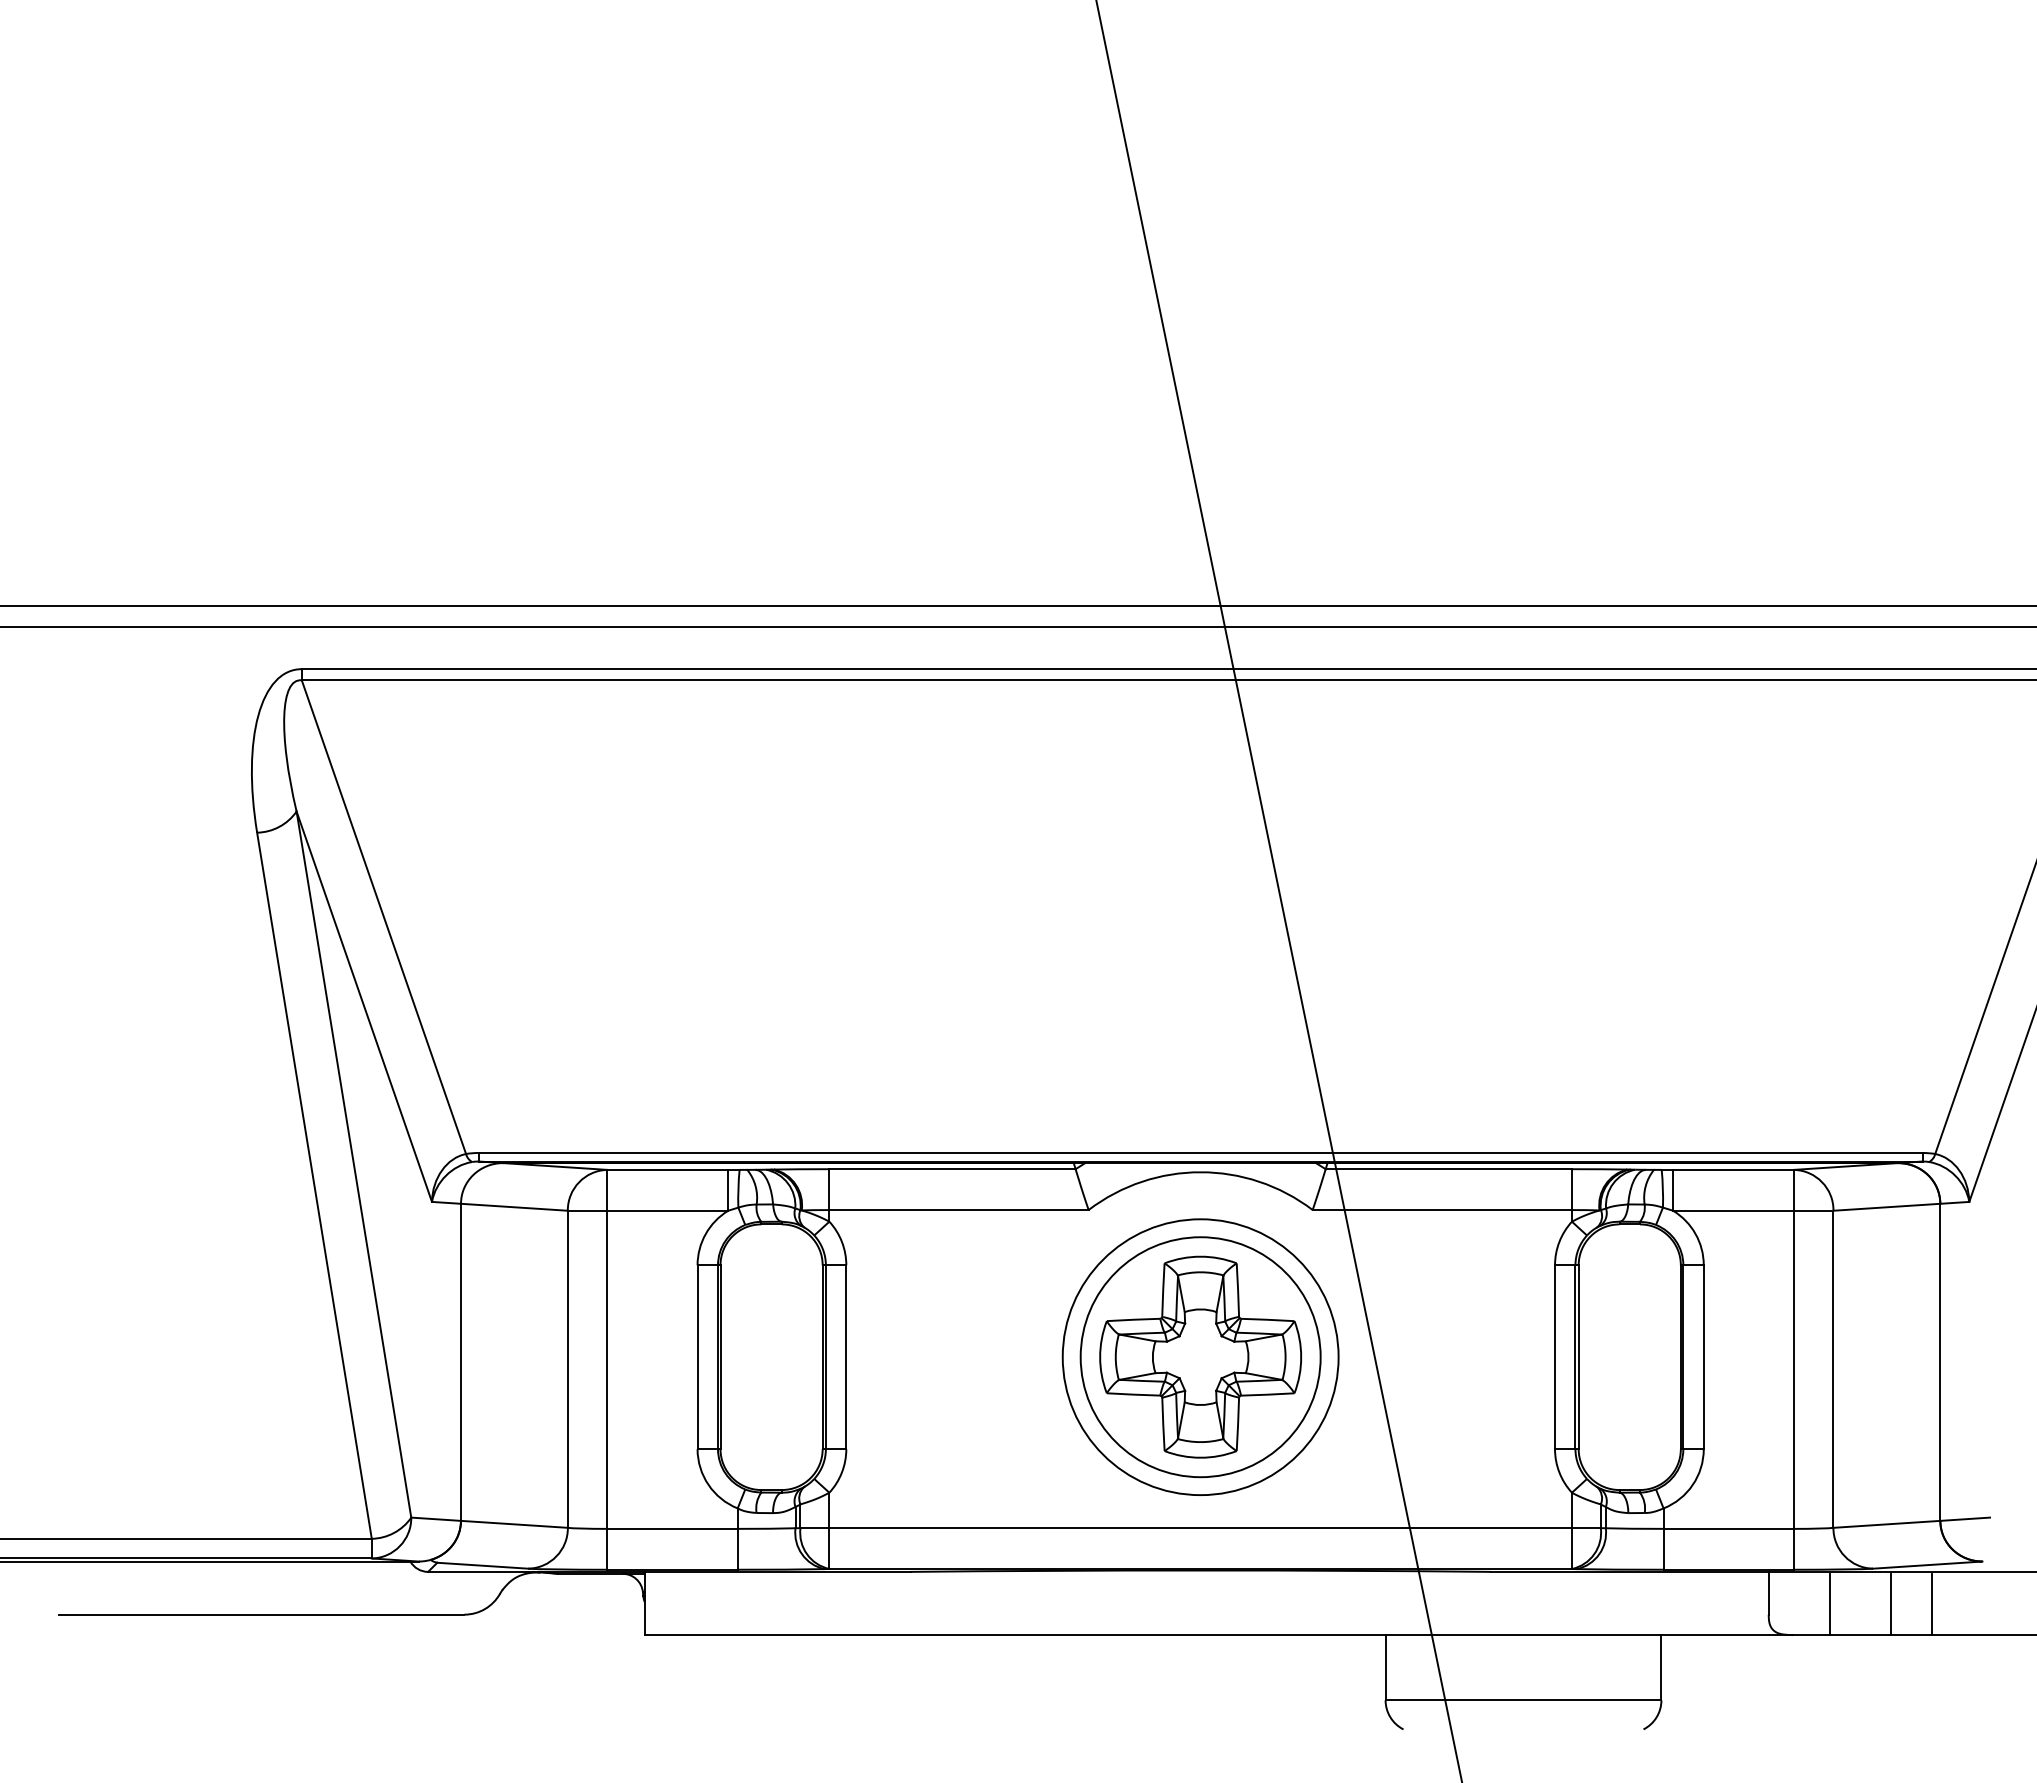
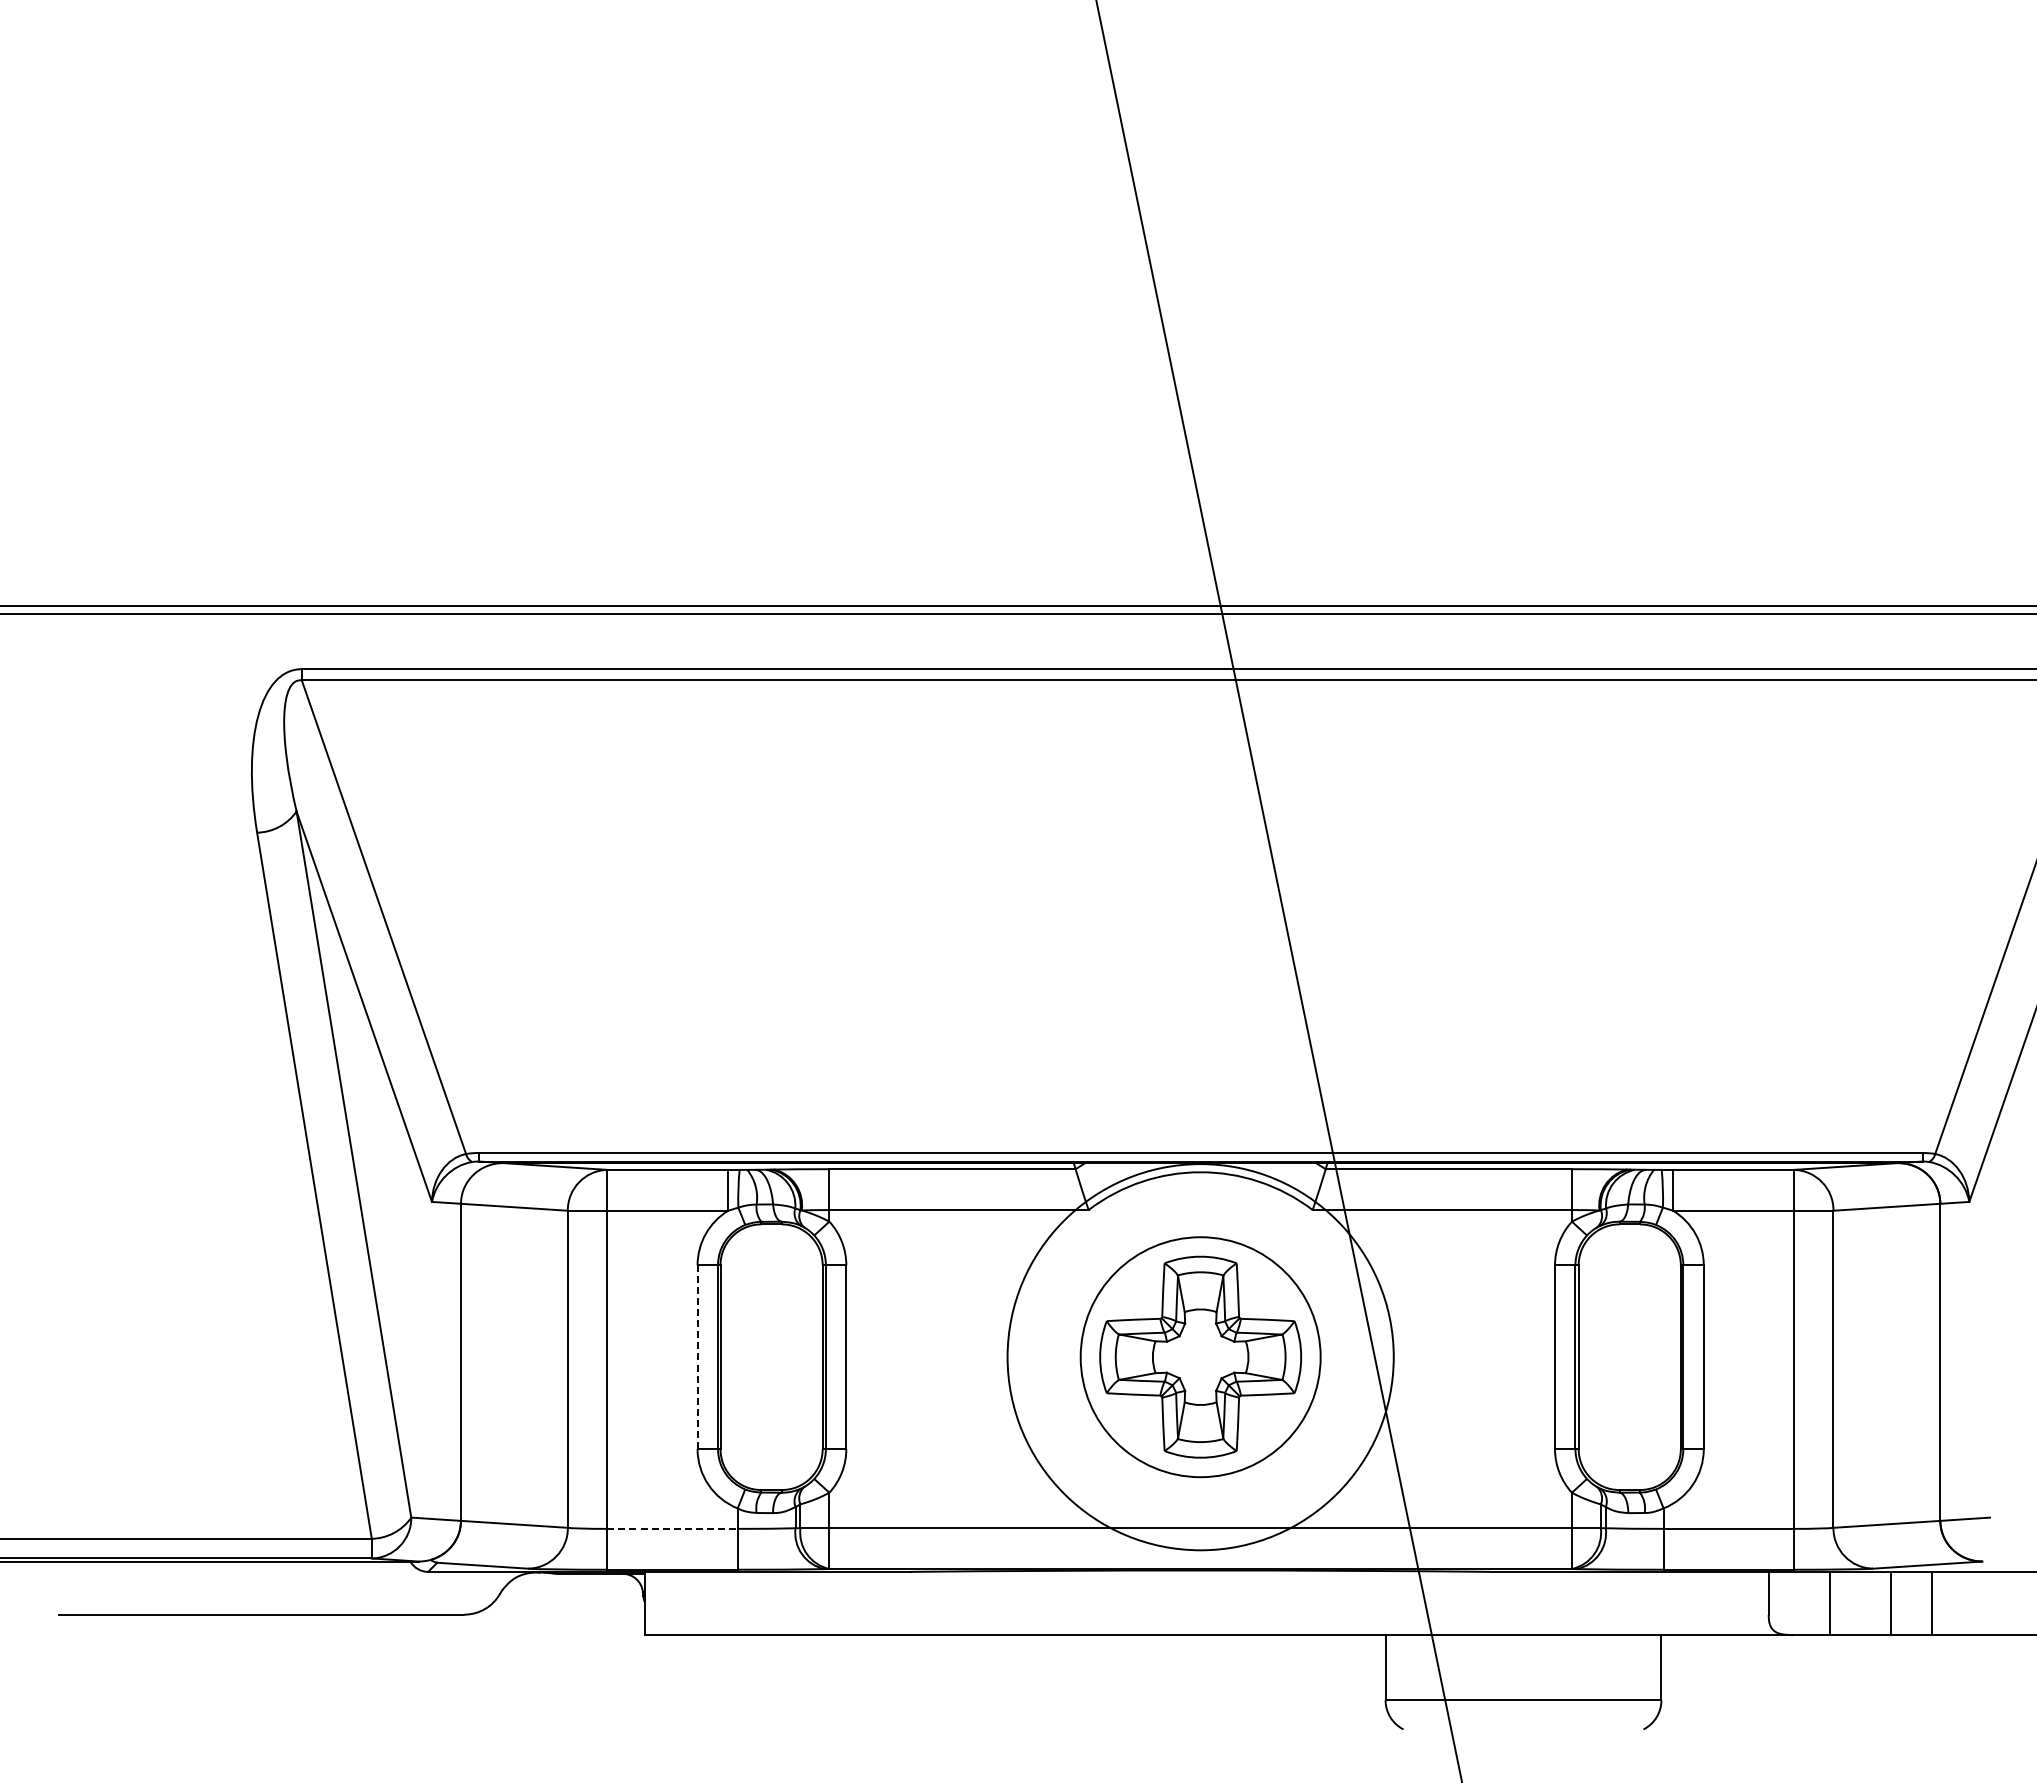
line at (1017, 627) position: (1017, 627) -> (1017, 614)
line at (697, 1357): solid -> dashed
circle at (1200, 1357) diameter: 276 px -> 386 px
line at (673, 1528): solid -> dashed
